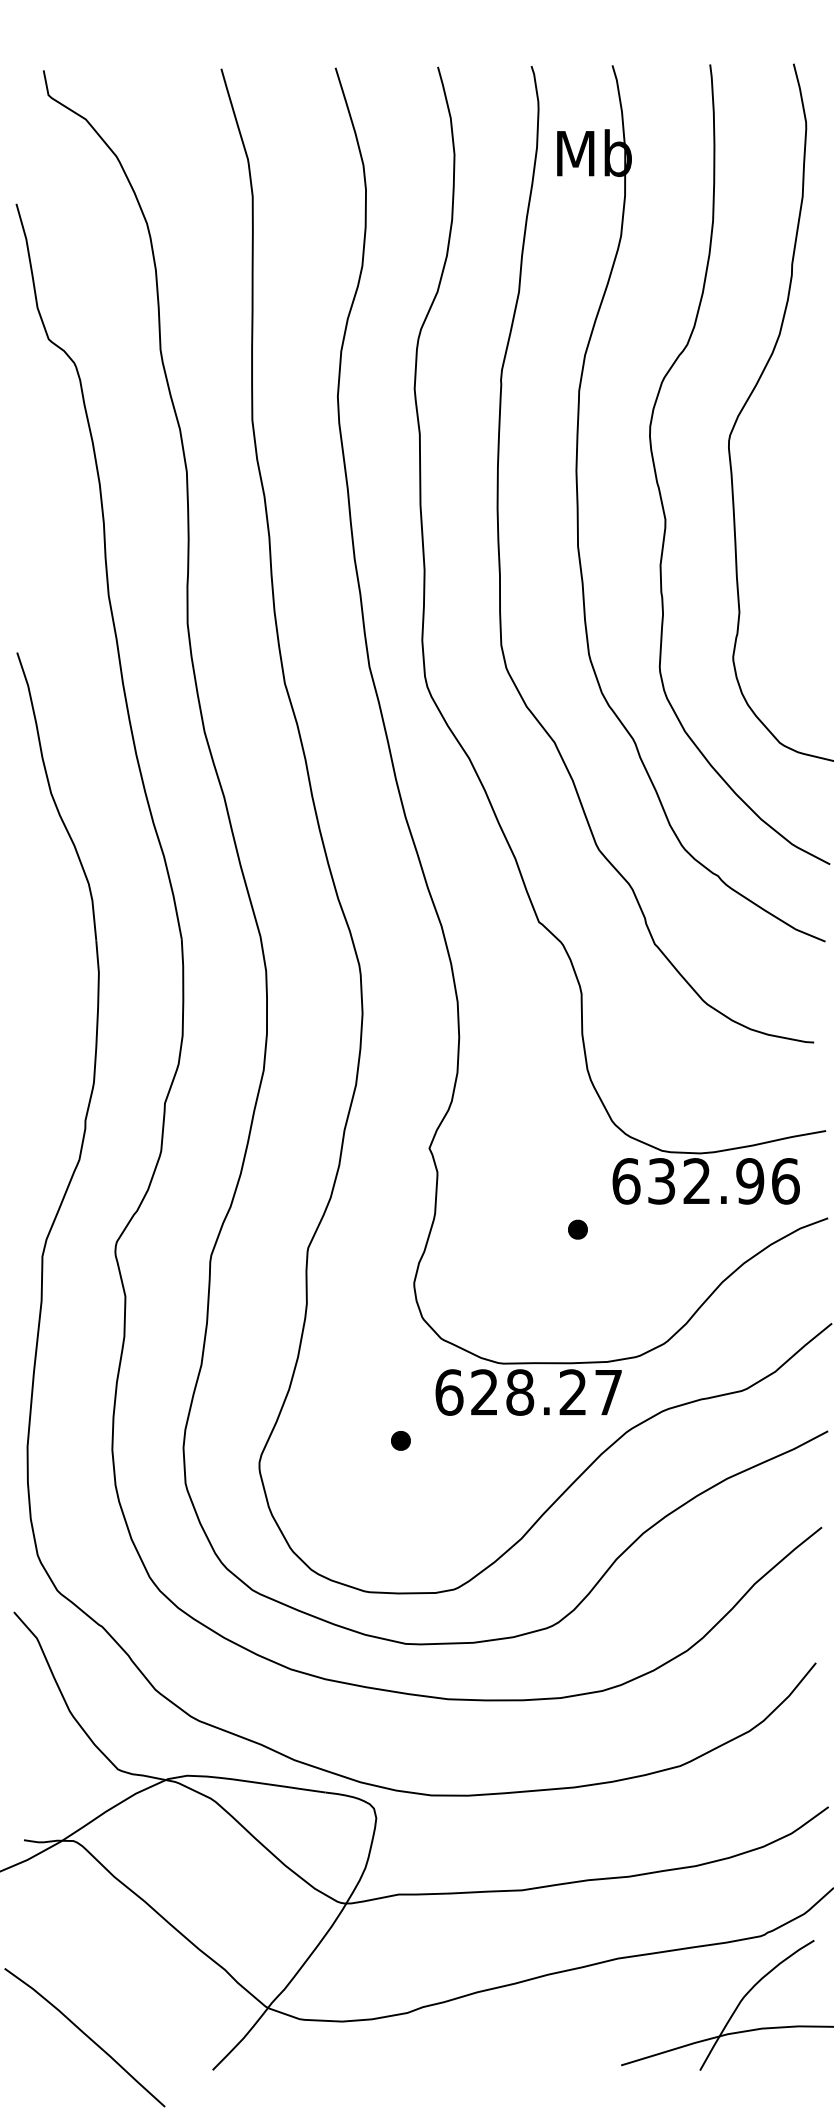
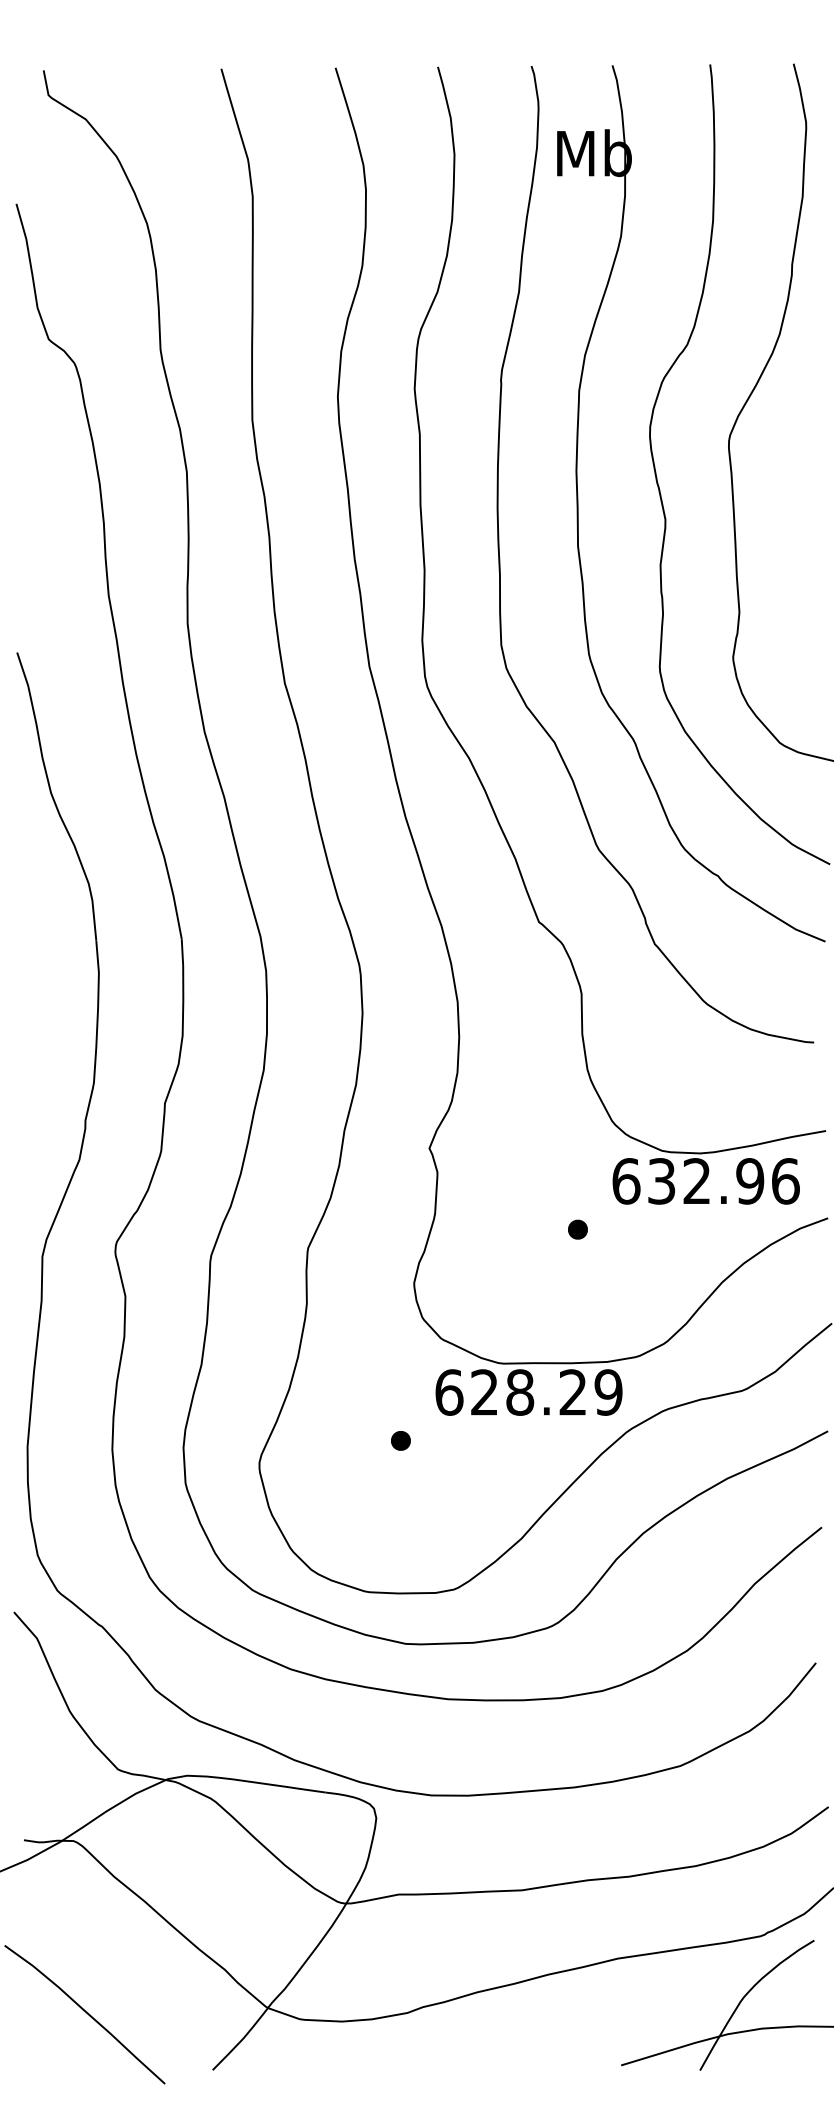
text at (608, 1392): 628.27 -> 628.29
curve at (85, 2035) position: (85, 2035) -> (85, 2012)
